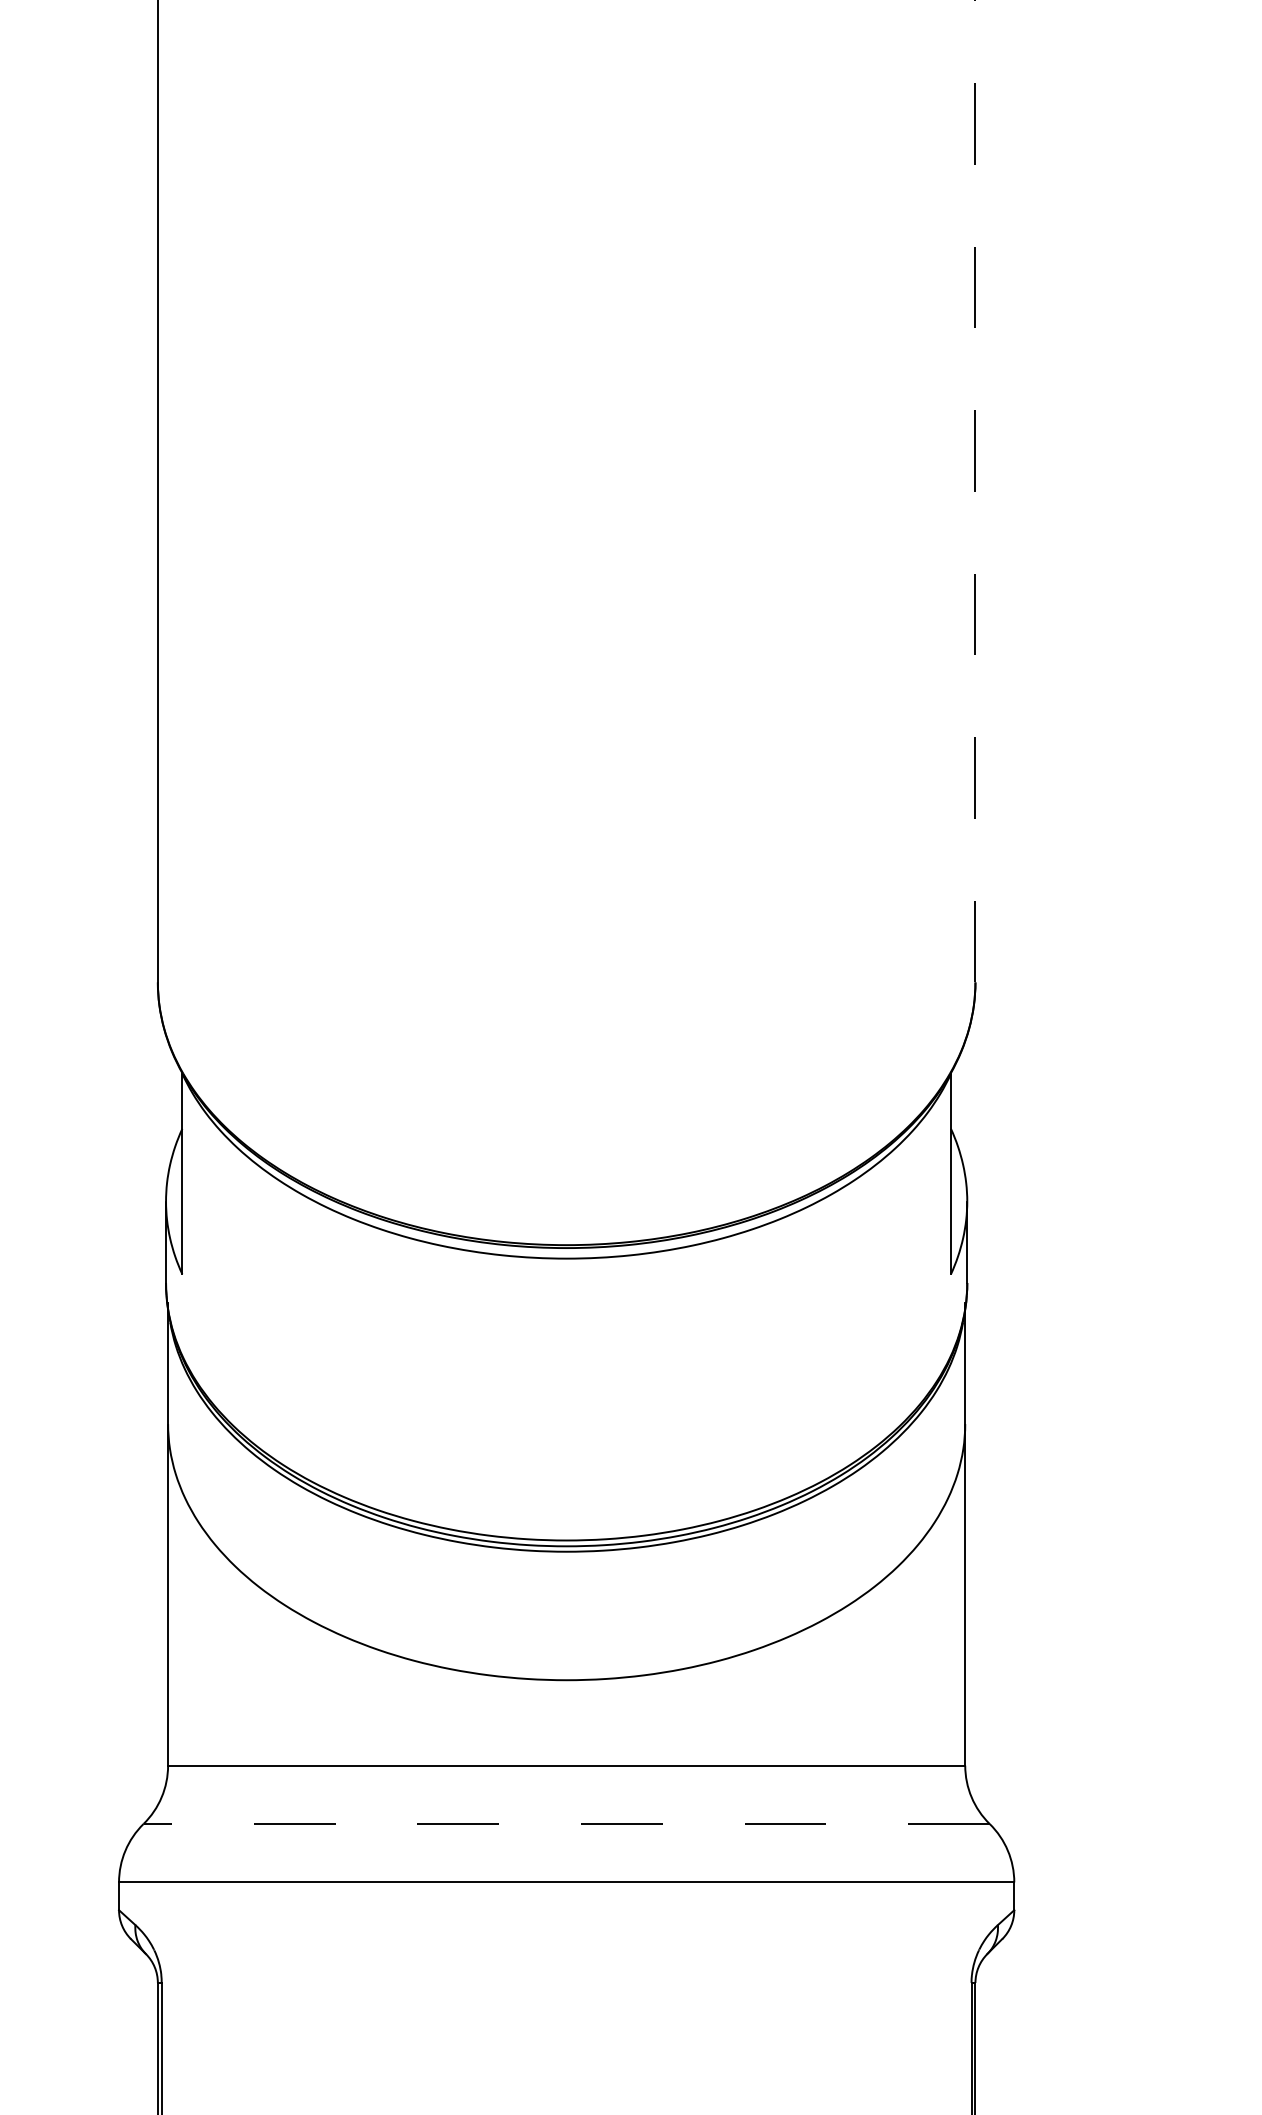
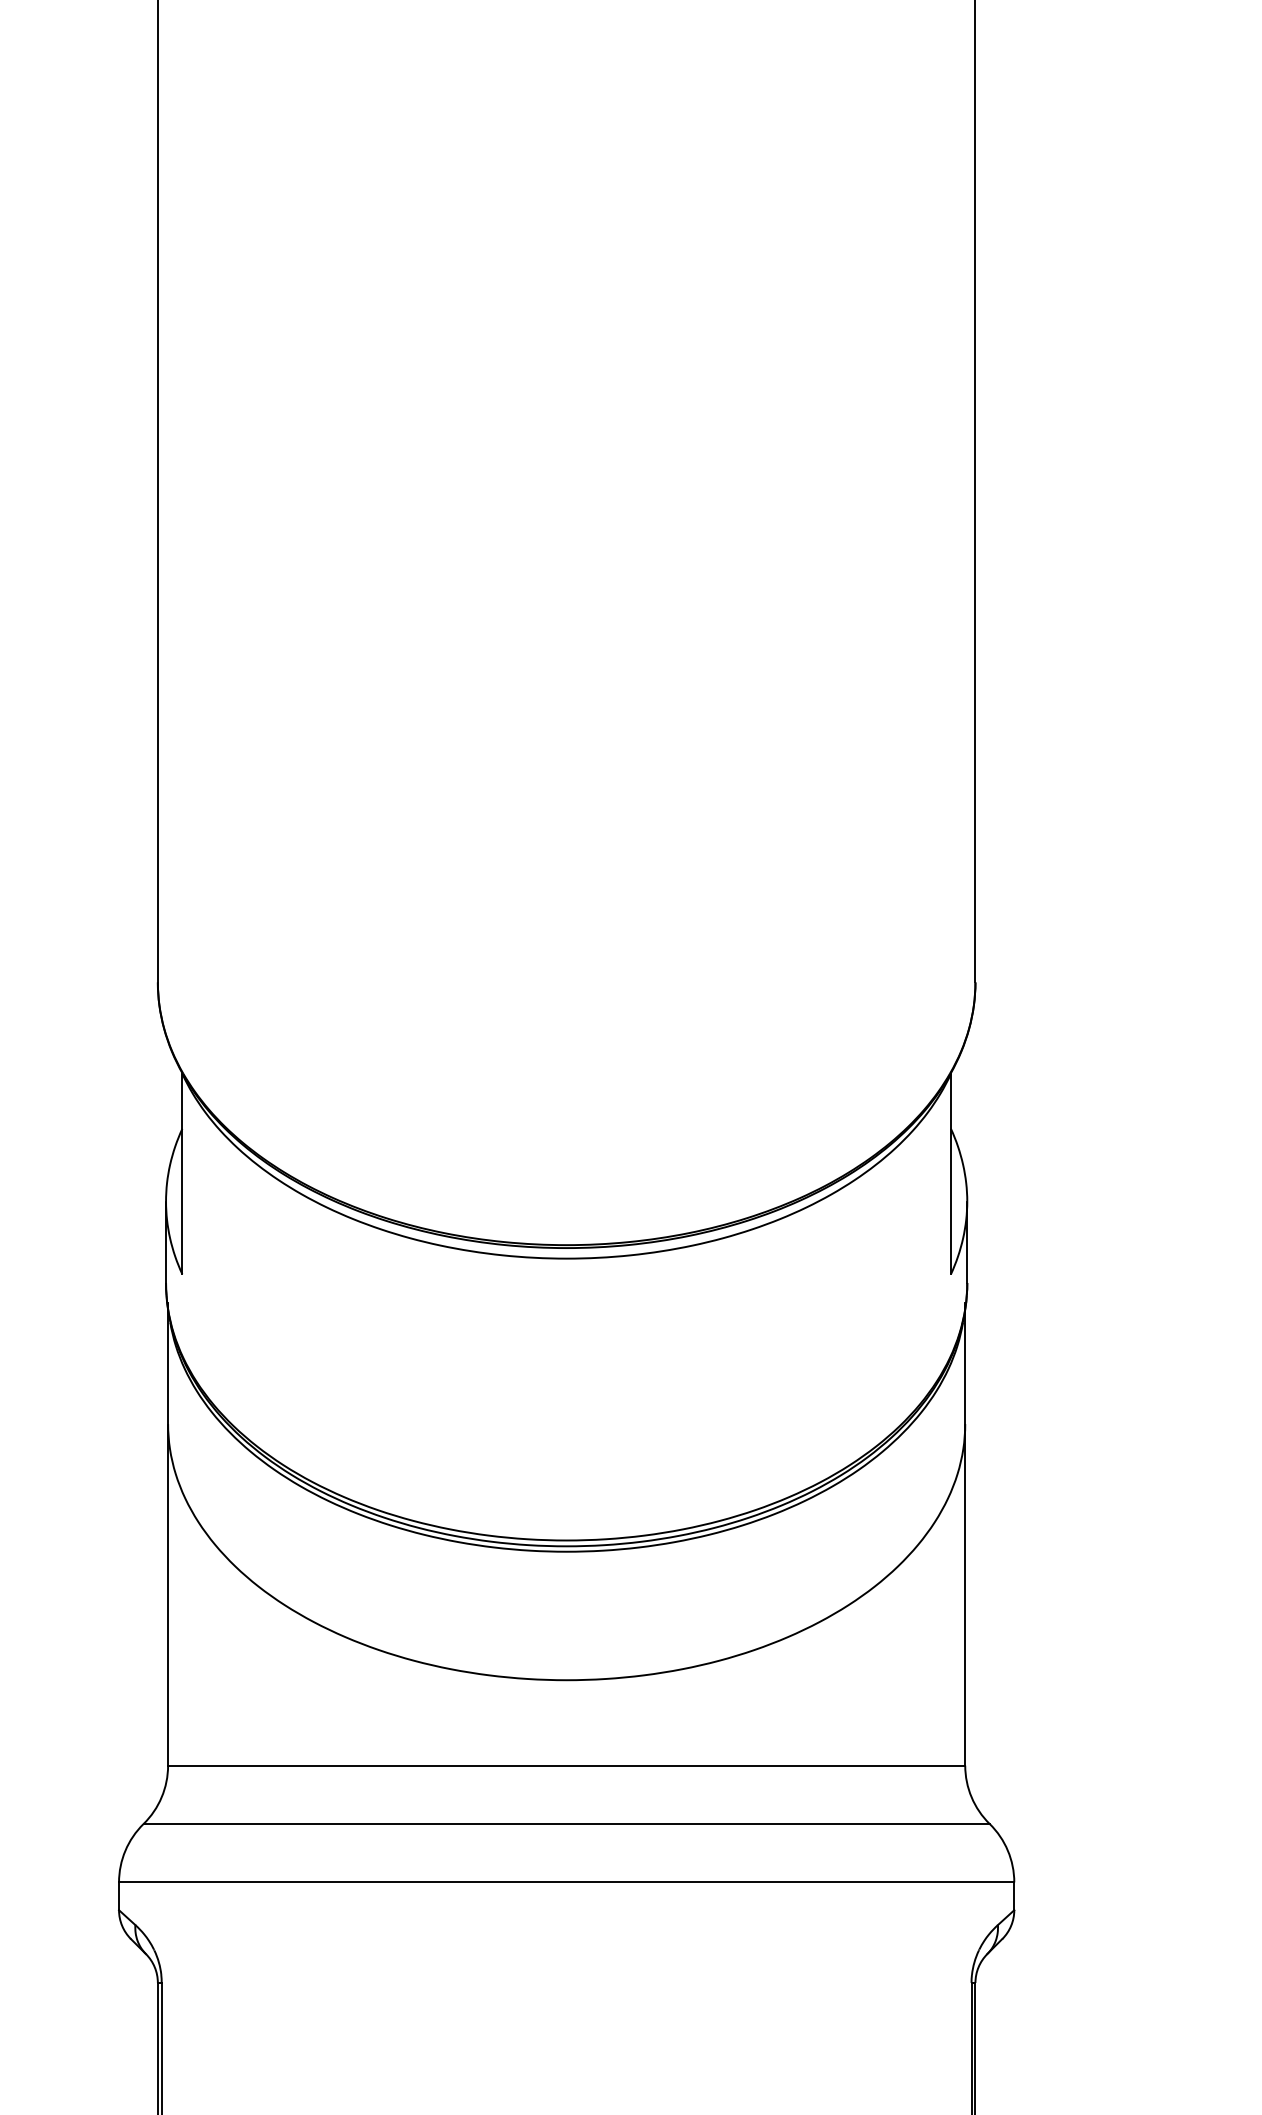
line at (975, 491): dashed -> solid
line at (566, 1824): dashed -> solid
